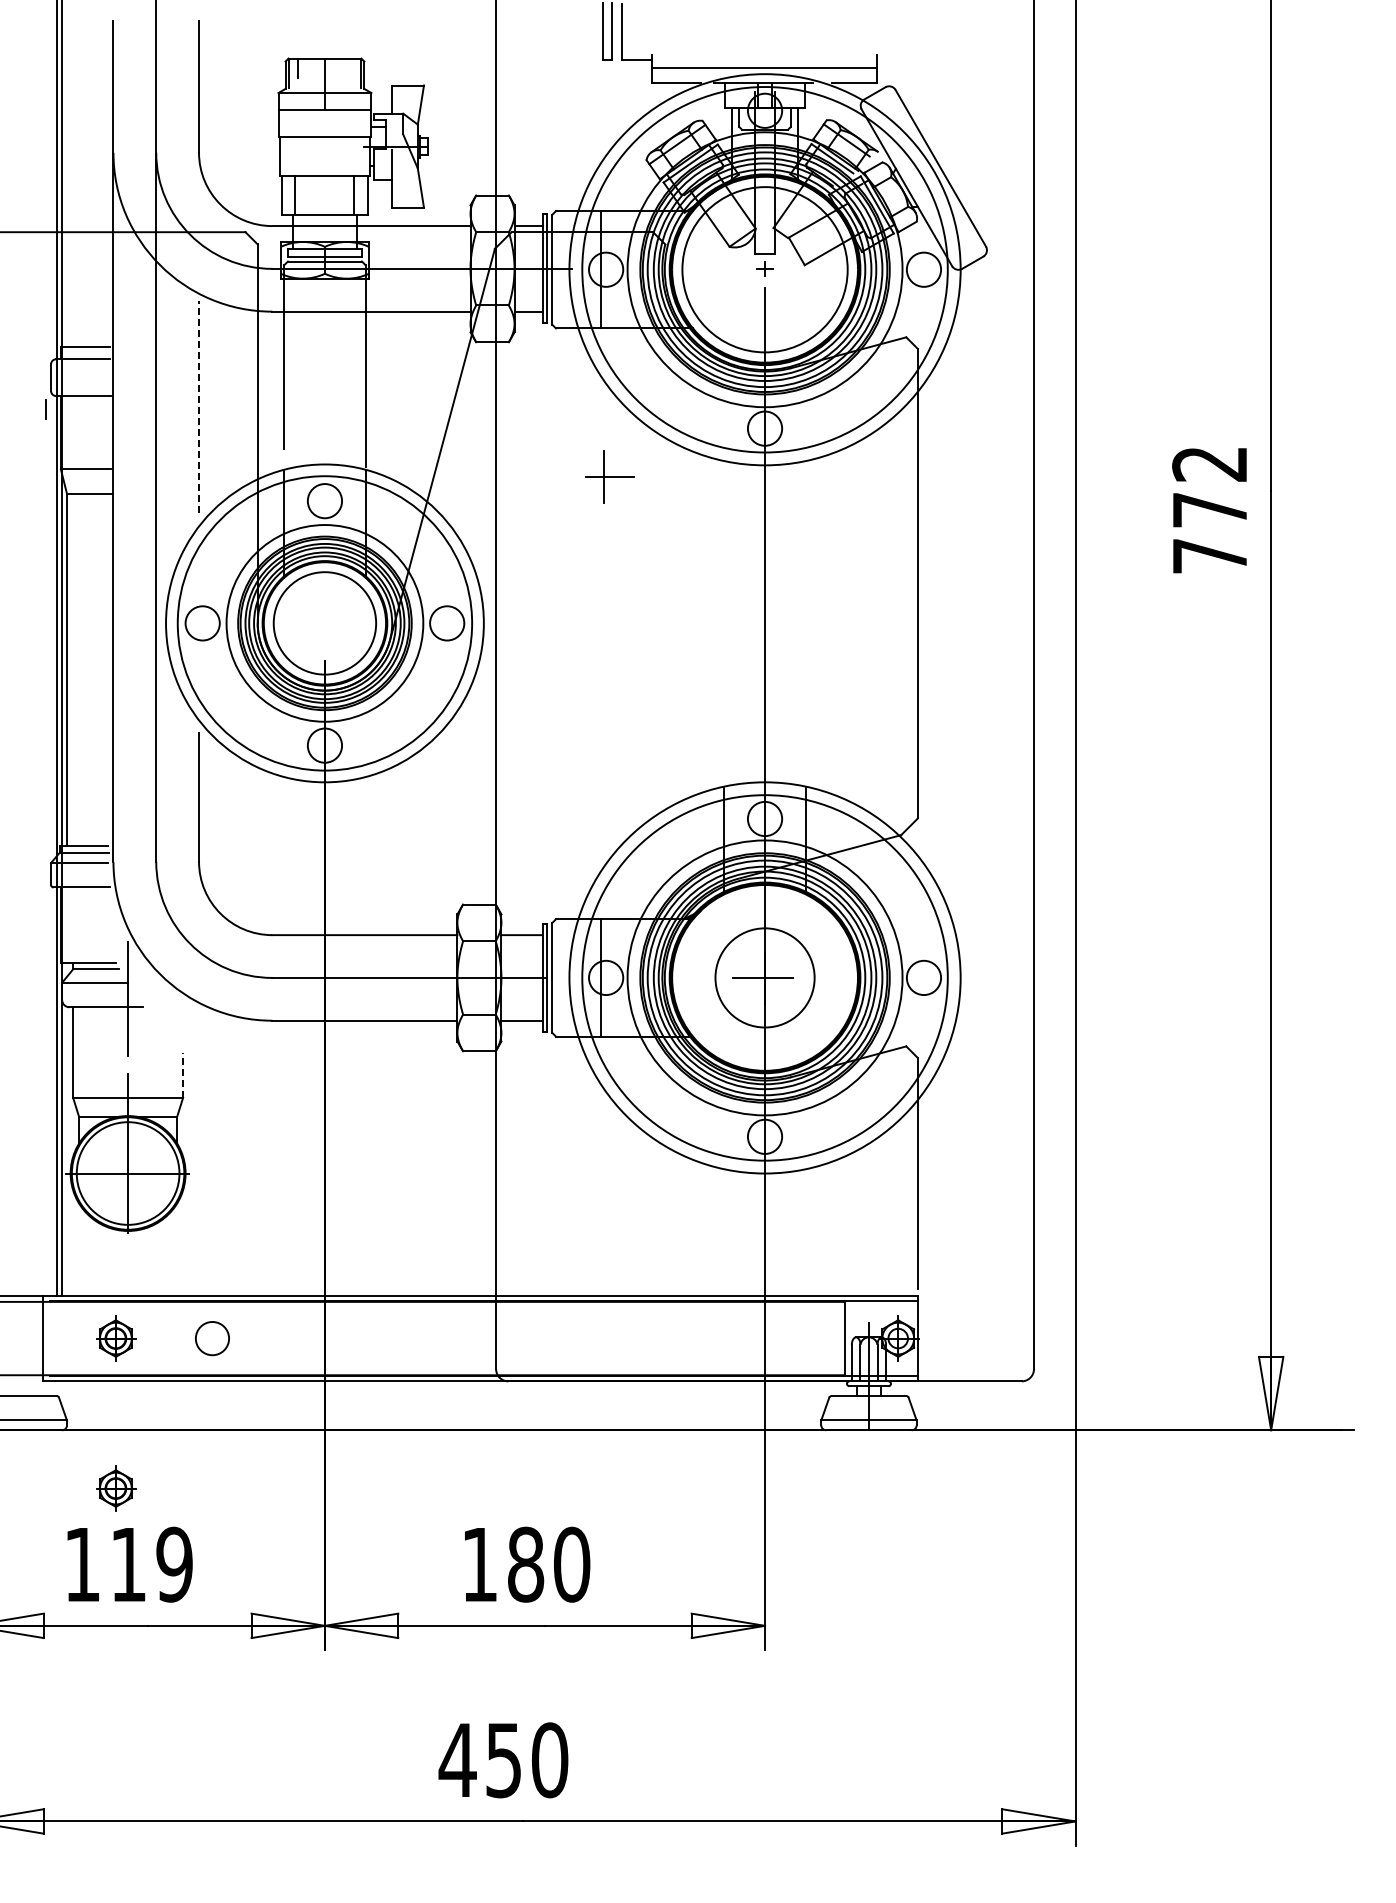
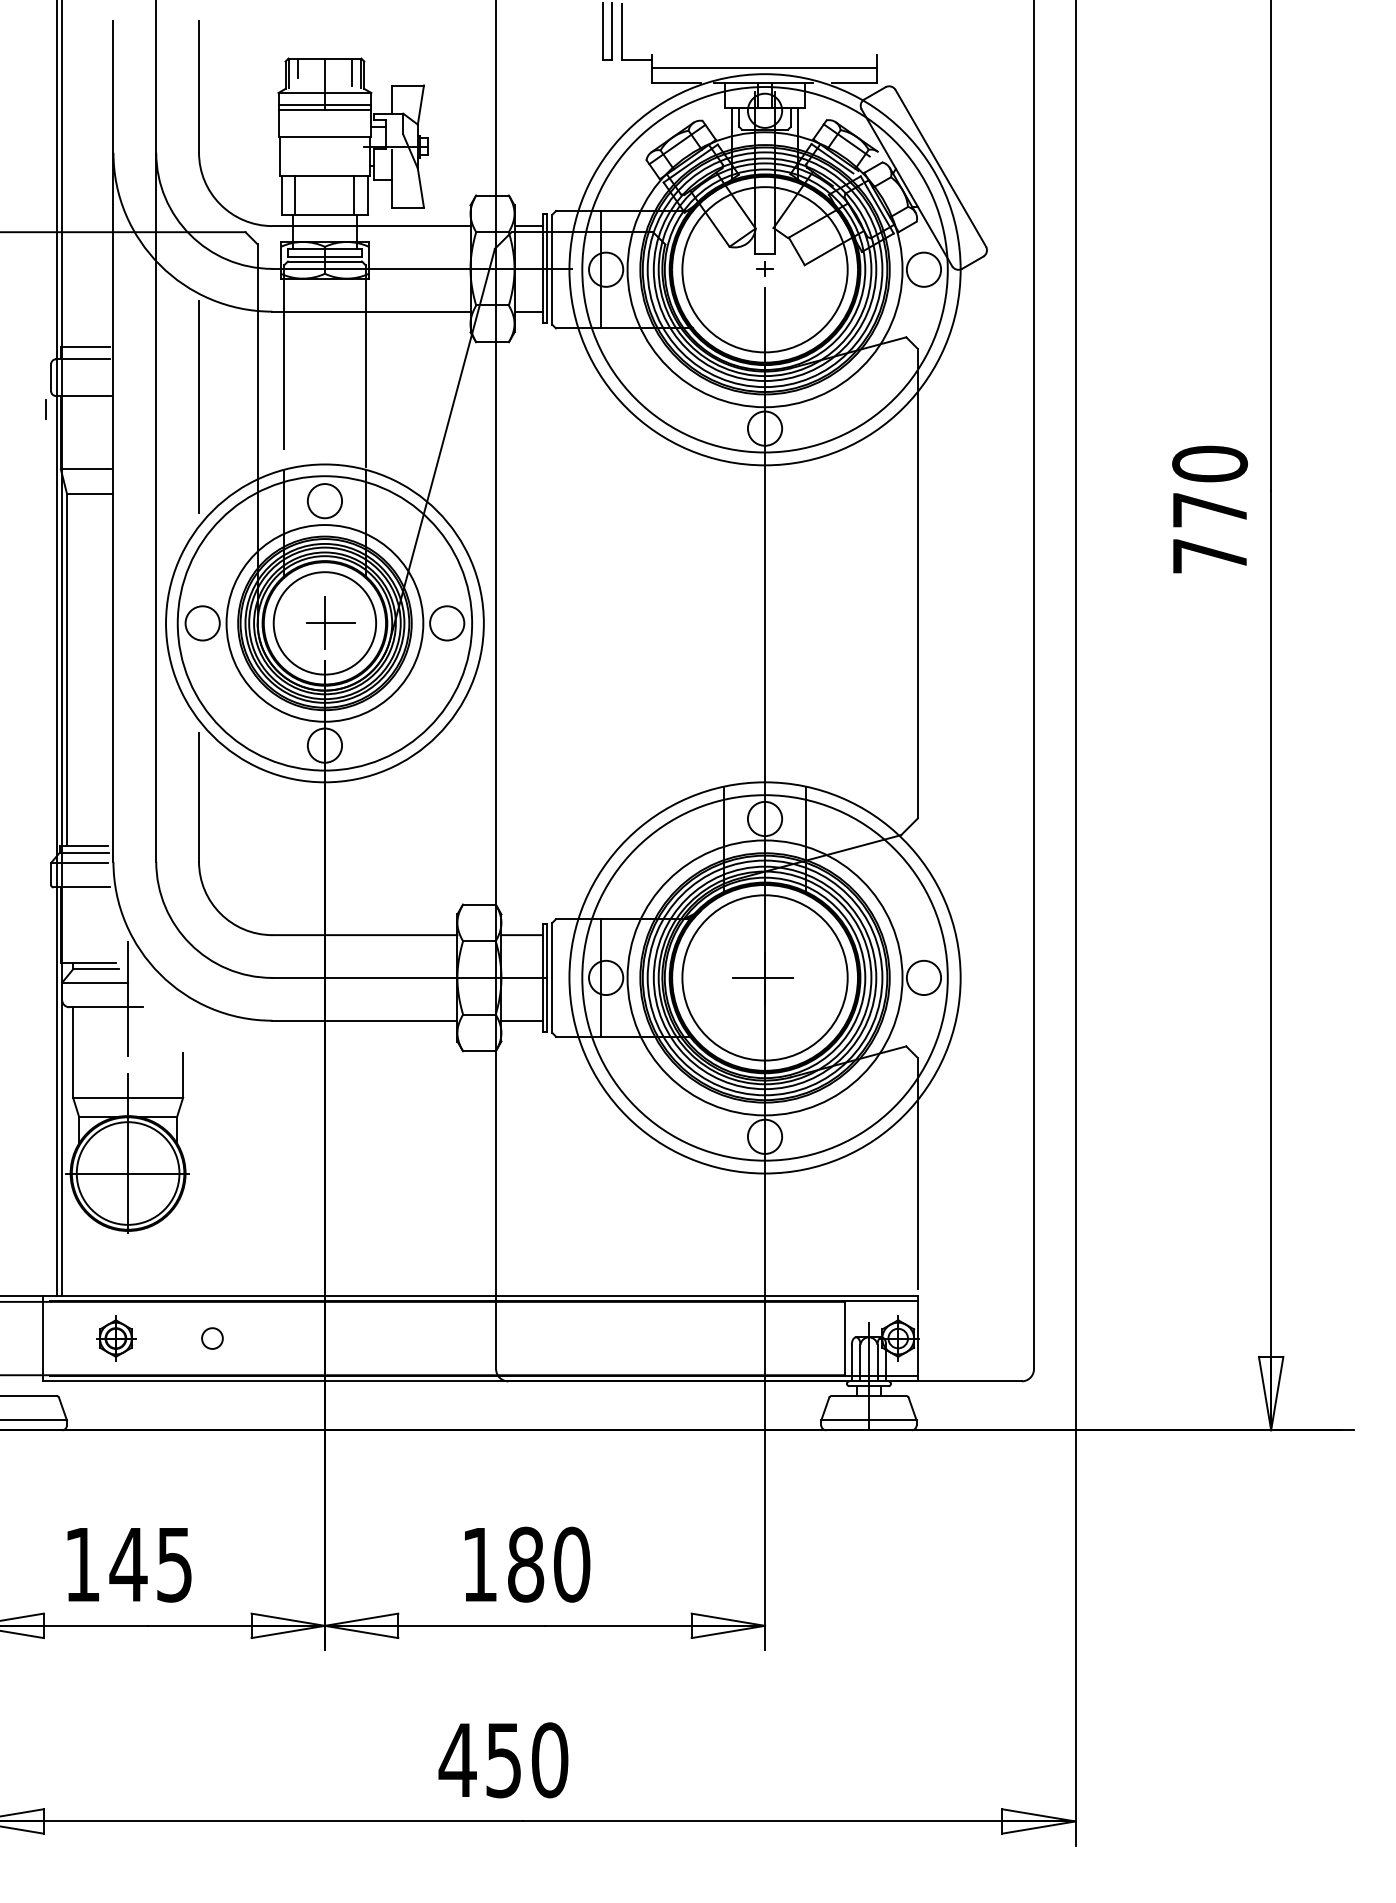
line at (351, 72): none -> present
line at (324, 105): none -> present
line at (199, 406): dashed -> solid
text at (1210, 463): 772 -> 770
part at (609, 476) position: (609, 476) -> (330, 622)
circle at (764, 977) diameter: 99 px -> 165 px
line at (183, 1075): dashed -> solid
circle at (212, 1338) size: 35x36 px -> 23x23 px
part at (116, 1488): present -> none
text at (150, 1564): 119 -> 145
